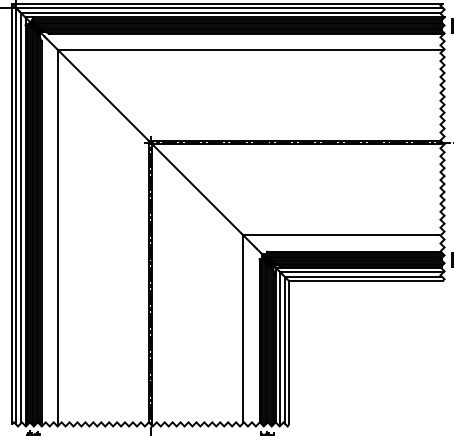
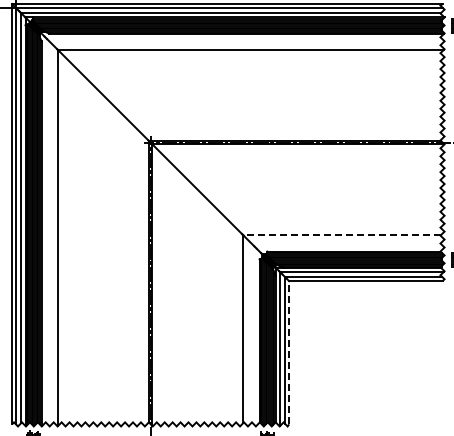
line at (342, 235): solid -> dashed
line at (289, 352): solid -> dashed
